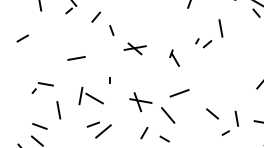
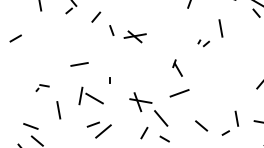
line at (22, 38) position: (22, 38) -> (15, 38)
part at (203, 43) size: 18x11 px -> 13x9 px
part at (134, 48) position: (134, 48) -> (134, 36)
part at (174, 57) position: (174, 57) -> (177, 67)
line at (76, 58) position: (76, 58) -> (79, 64)
part at (42, 87) size: 23x12 px -> 15x8 px
line at (212, 113) position: (212, 113) -> (201, 125)
line at (168, 115) position: (168, 115) -> (161, 118)
line at (39, 126) position: (39, 126) -> (30, 126)
